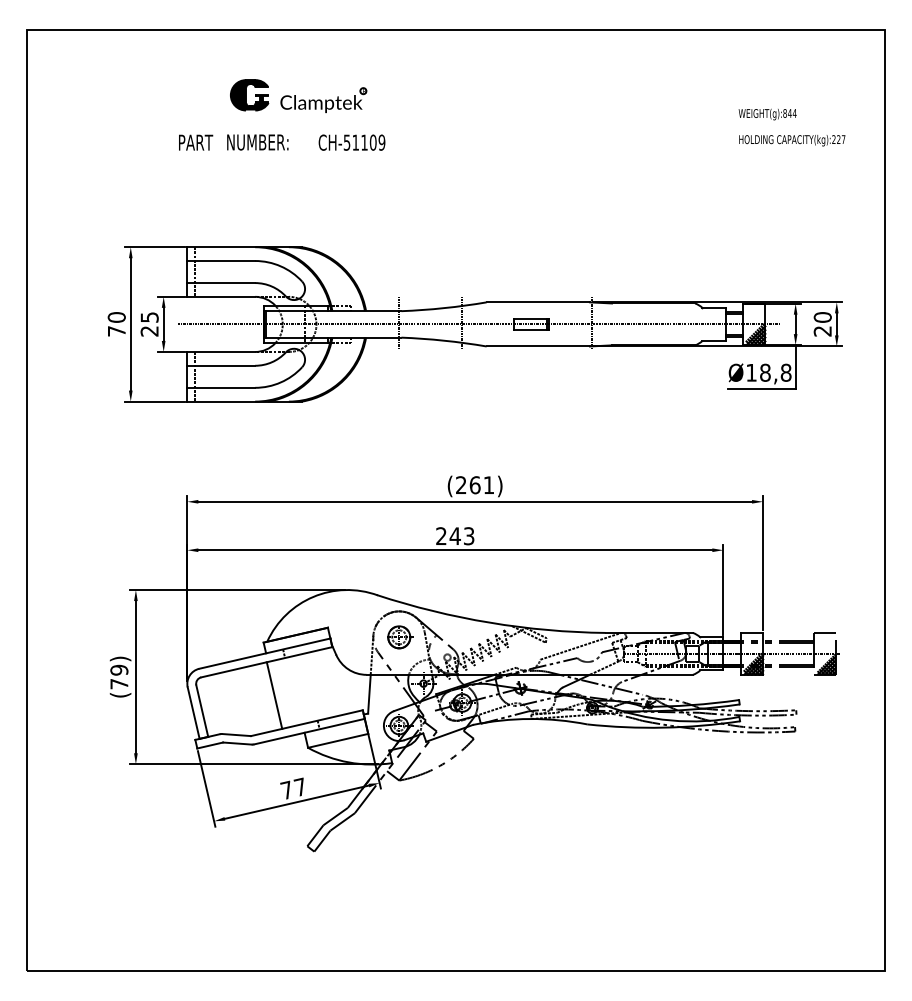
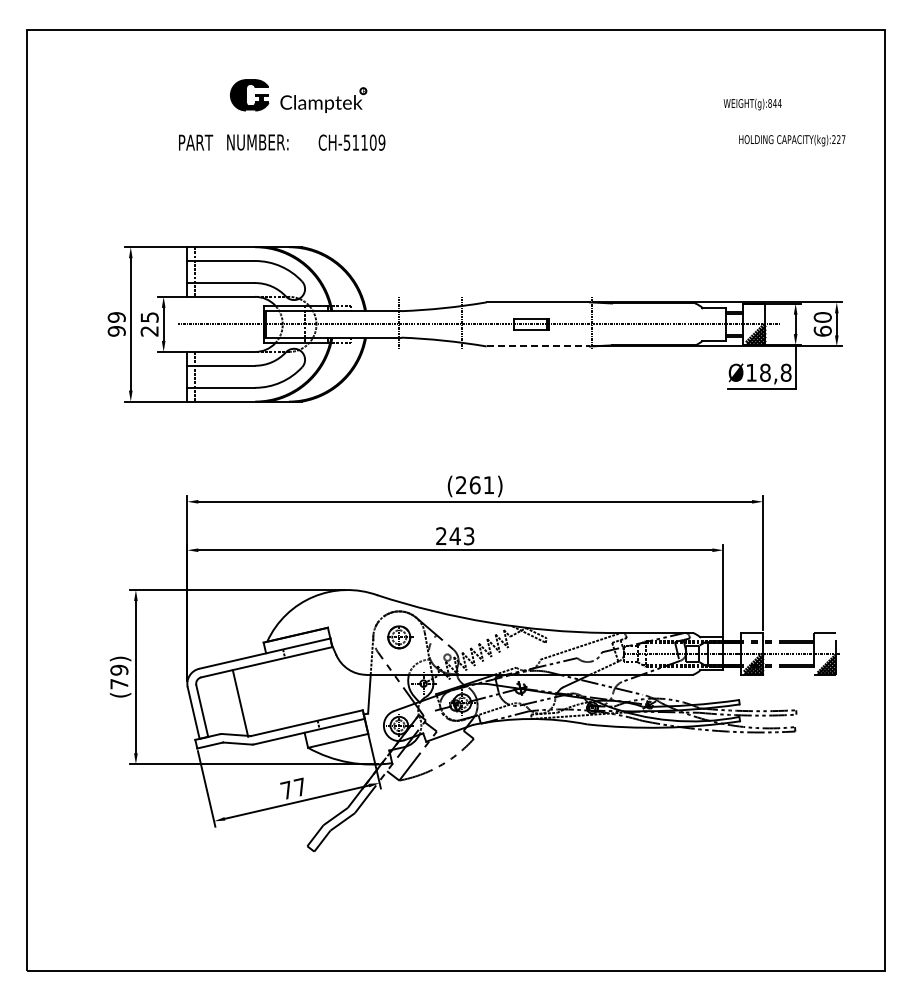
text at (767, 114) position: (767, 114) -> (752, 104)
text at (116, 324): 70 -> 99
text at (822, 330): 20 -> 60
line at (538, 346): solid -> dashed
line at (274, 695) position: (274, 695) -> (240, 703)
